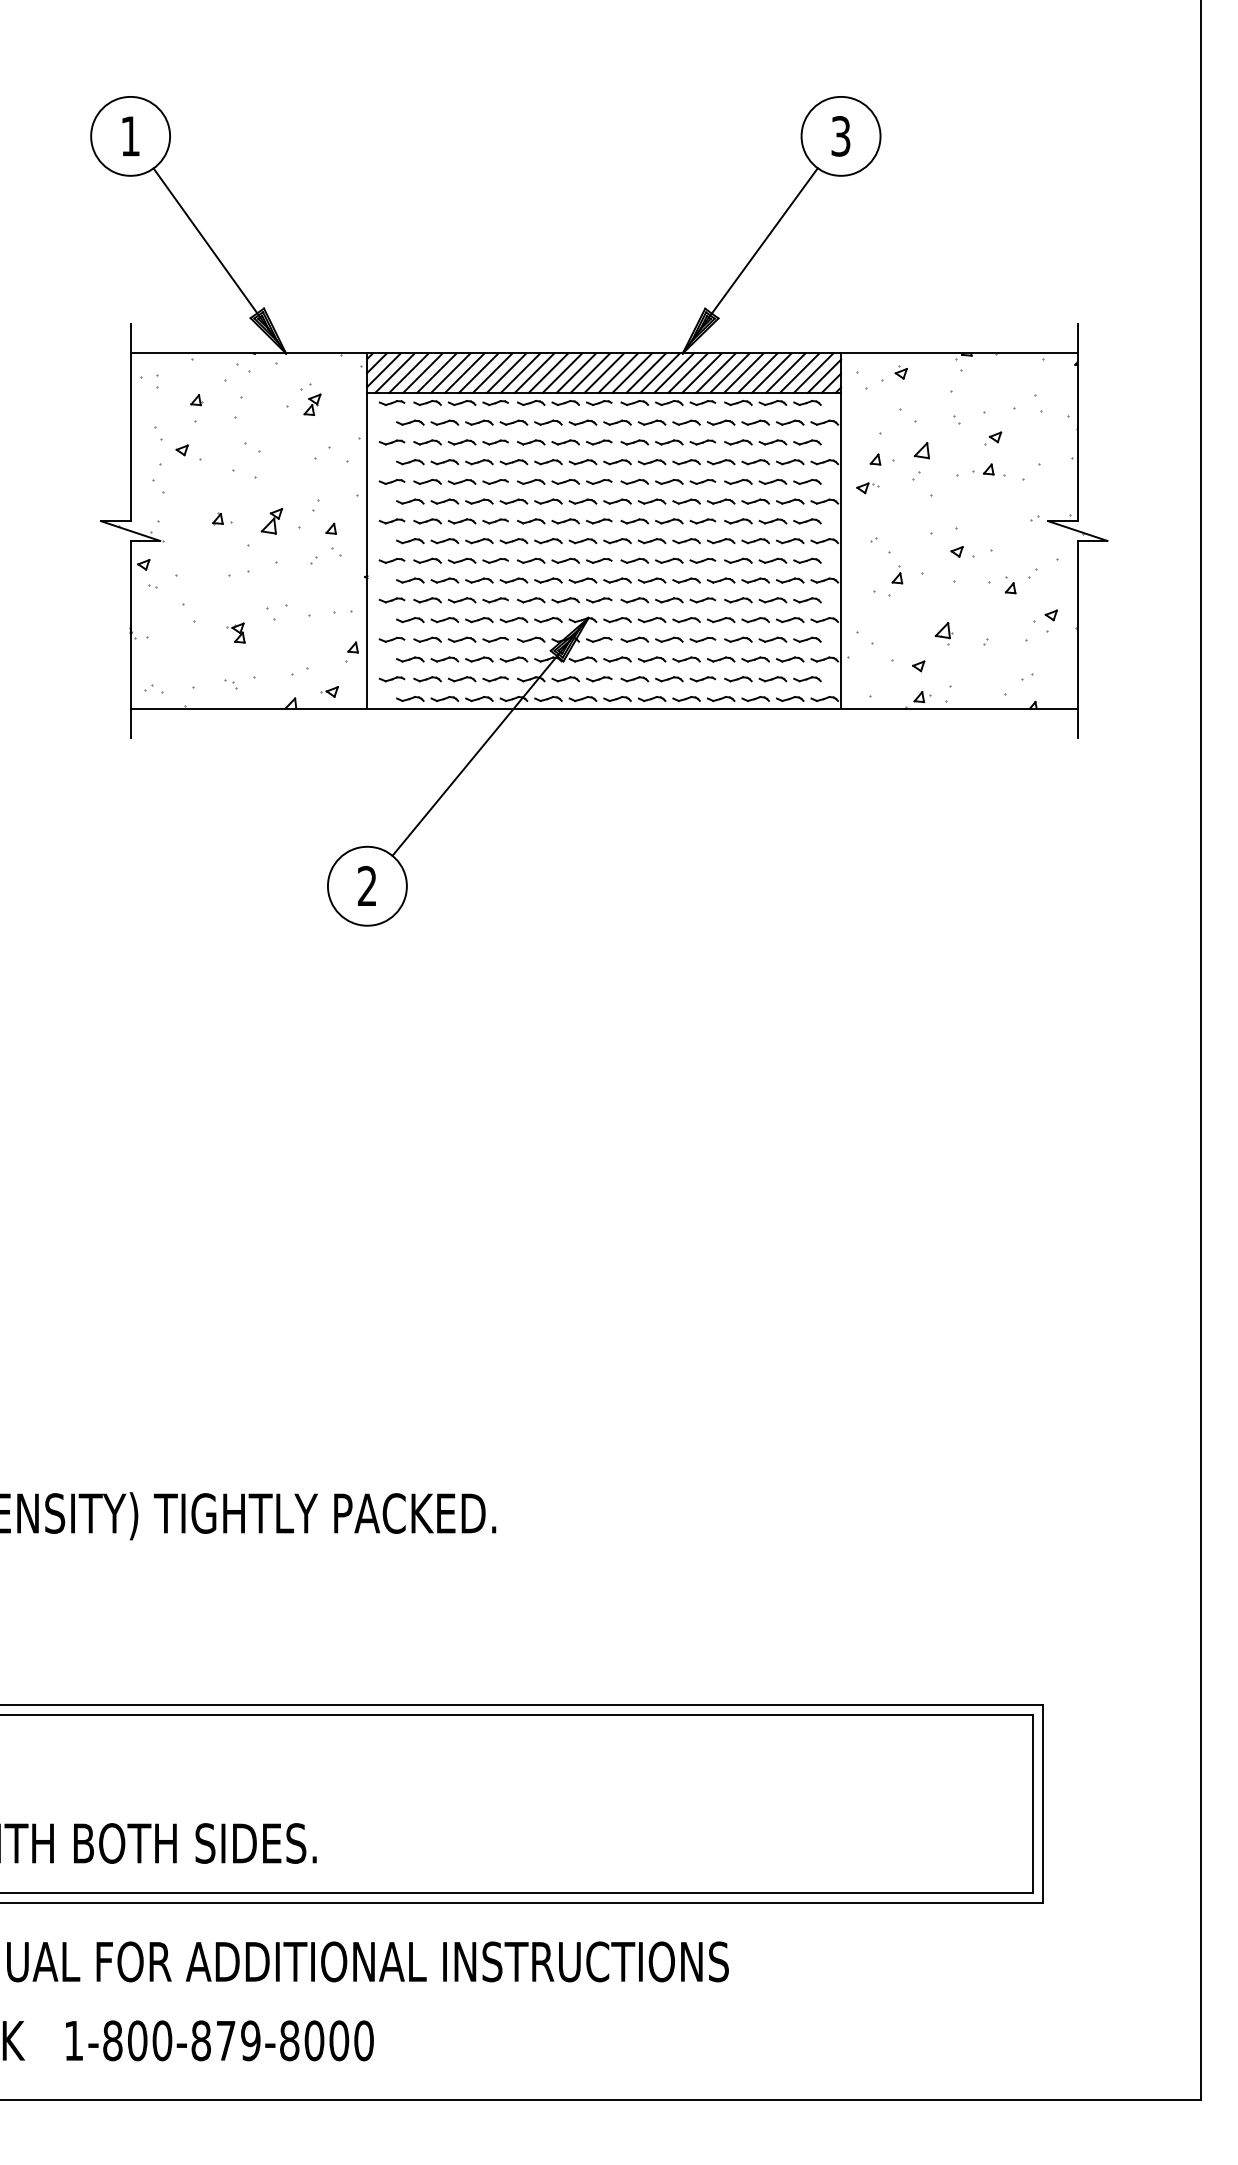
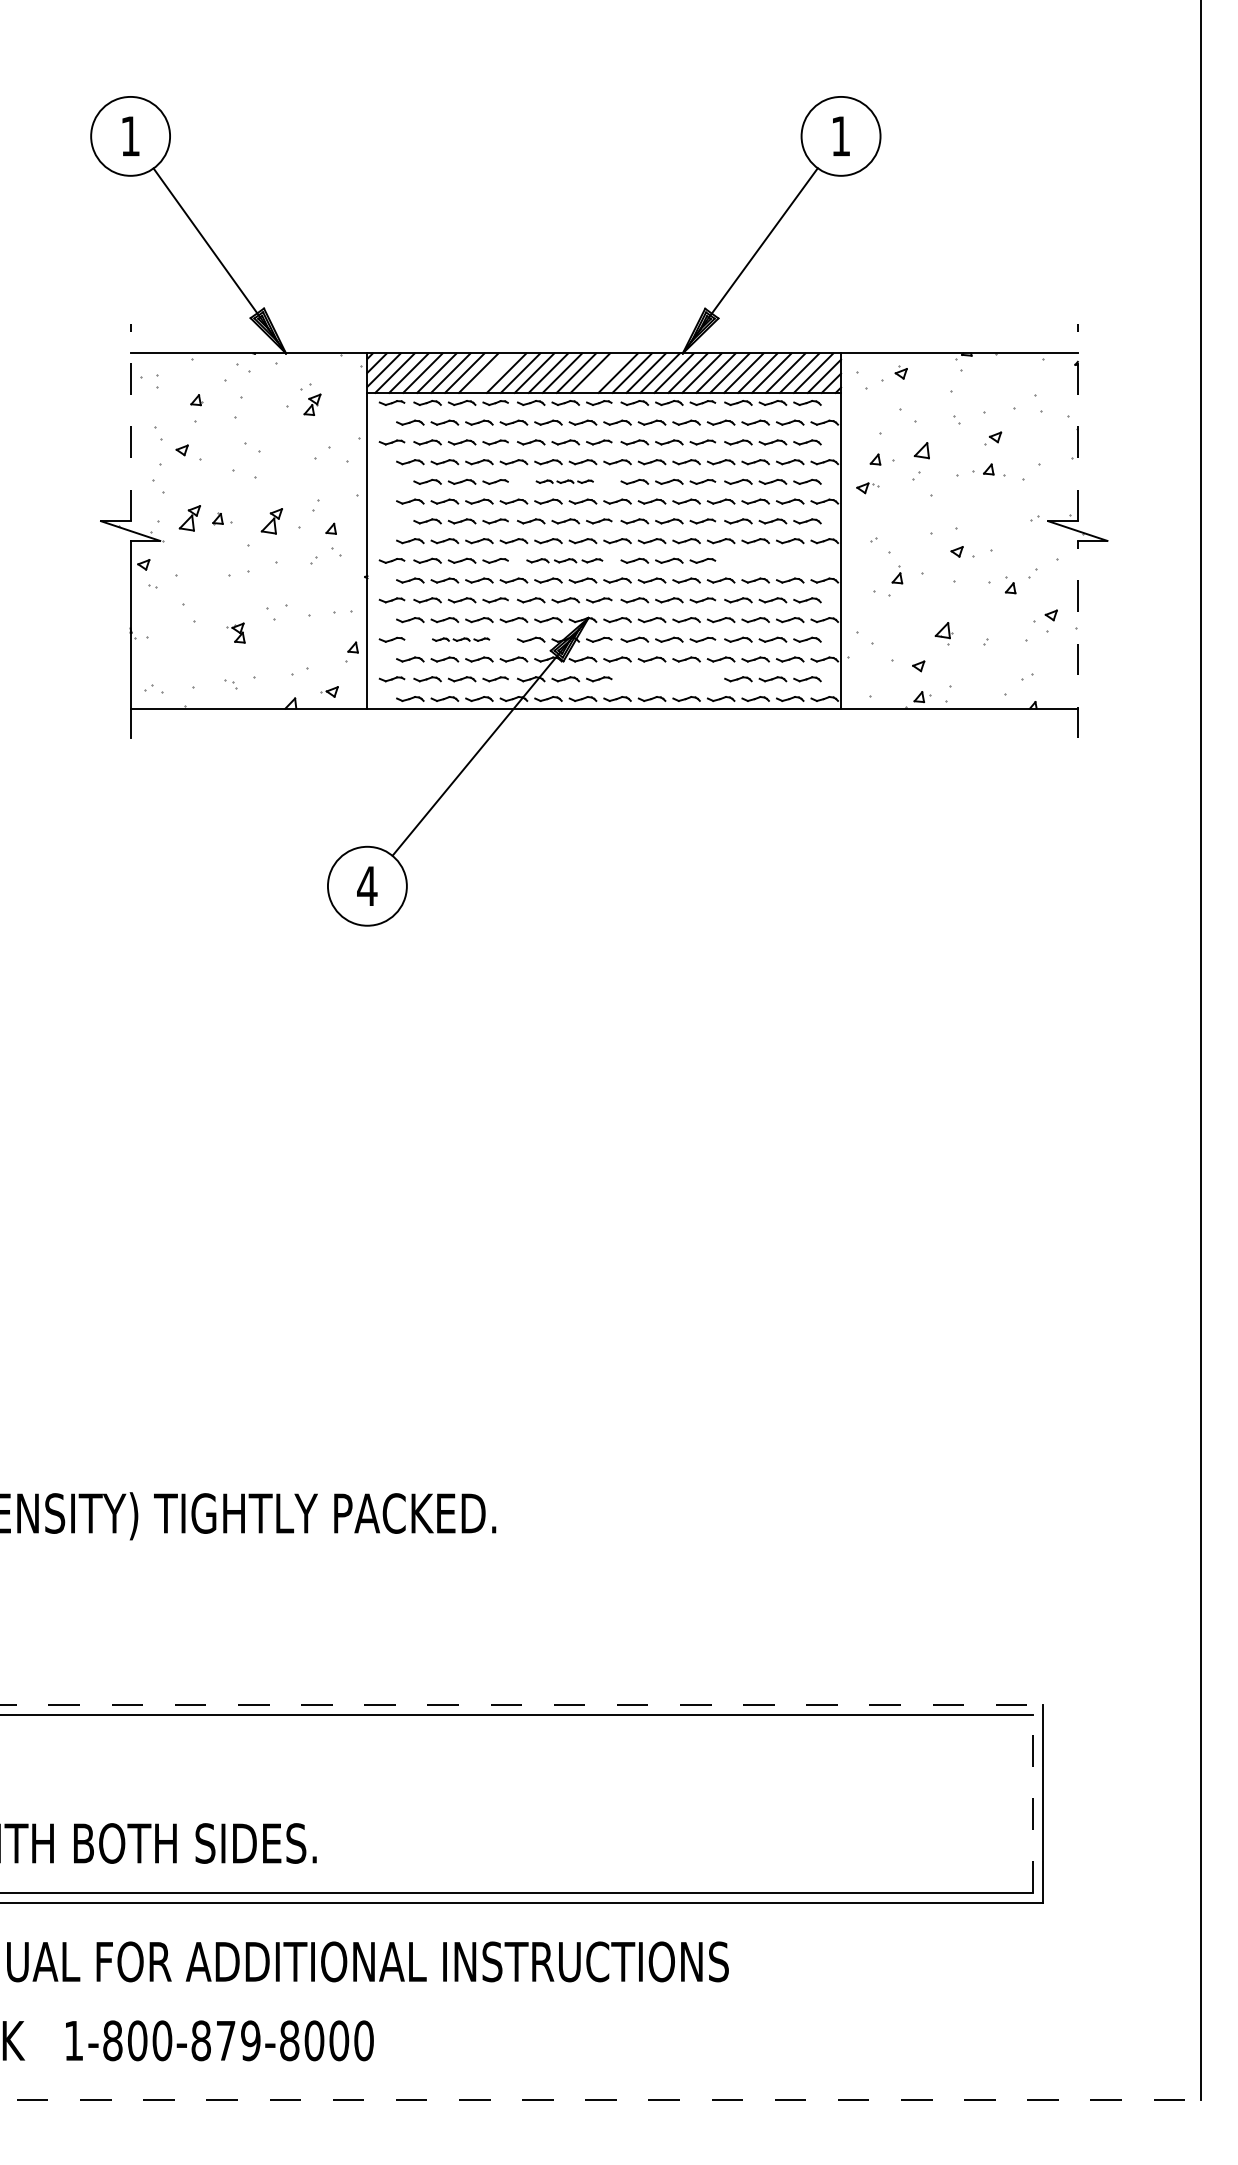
text at (840, 136): 3 -> 1
line at (492, 372): present -> none
line at (604, 372): present -> none
line at (130, 422): solid -> dashed
line at (1077, 422): solid -> dashed
part at (391, 481): present -> none
part at (564, 481) size: 96x7 px -> 59x5 px
part at (189, 518): none -> present
part at (391, 521): present -> none
part at (564, 560) size: 96x7 px -> 78x6 px
part at (772, 560): present -> none
part at (460, 639) size: 96x7 px -> 59x5 px
line at (1077, 639): solid -> dashed
part at (668, 679): present -> none
text at (367, 885): 2 -> 4
line at (522, 1705): solid -> dashed
line at (1033, 1804): solid -> dashed
line at (601, 2100): solid -> dashed
